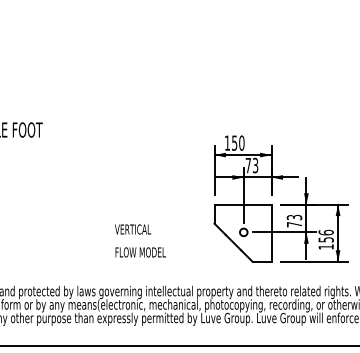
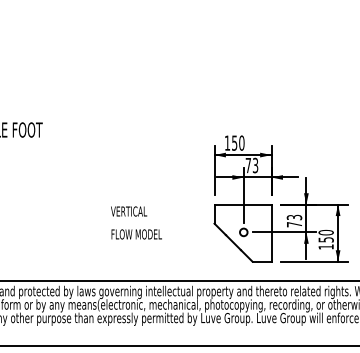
text at (325, 232): 156 -> 150
text at (140, 240) position: (140, 240) -> (136, 222)
line at (179, 280): none -> present
